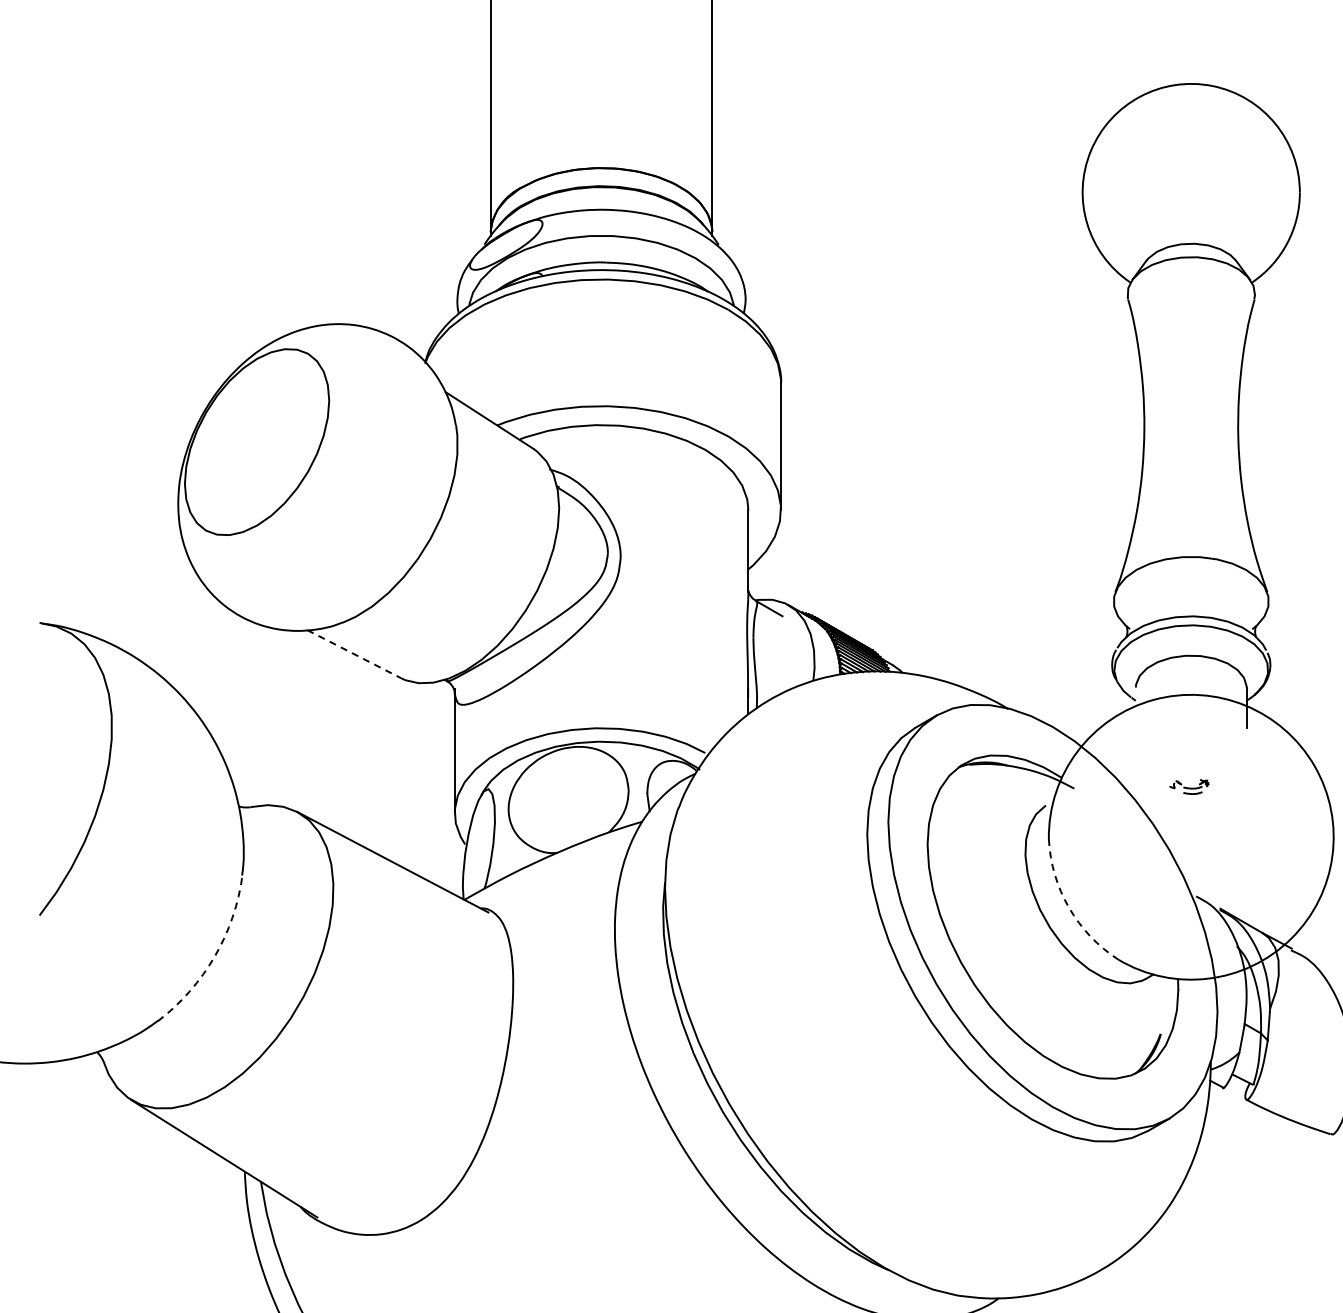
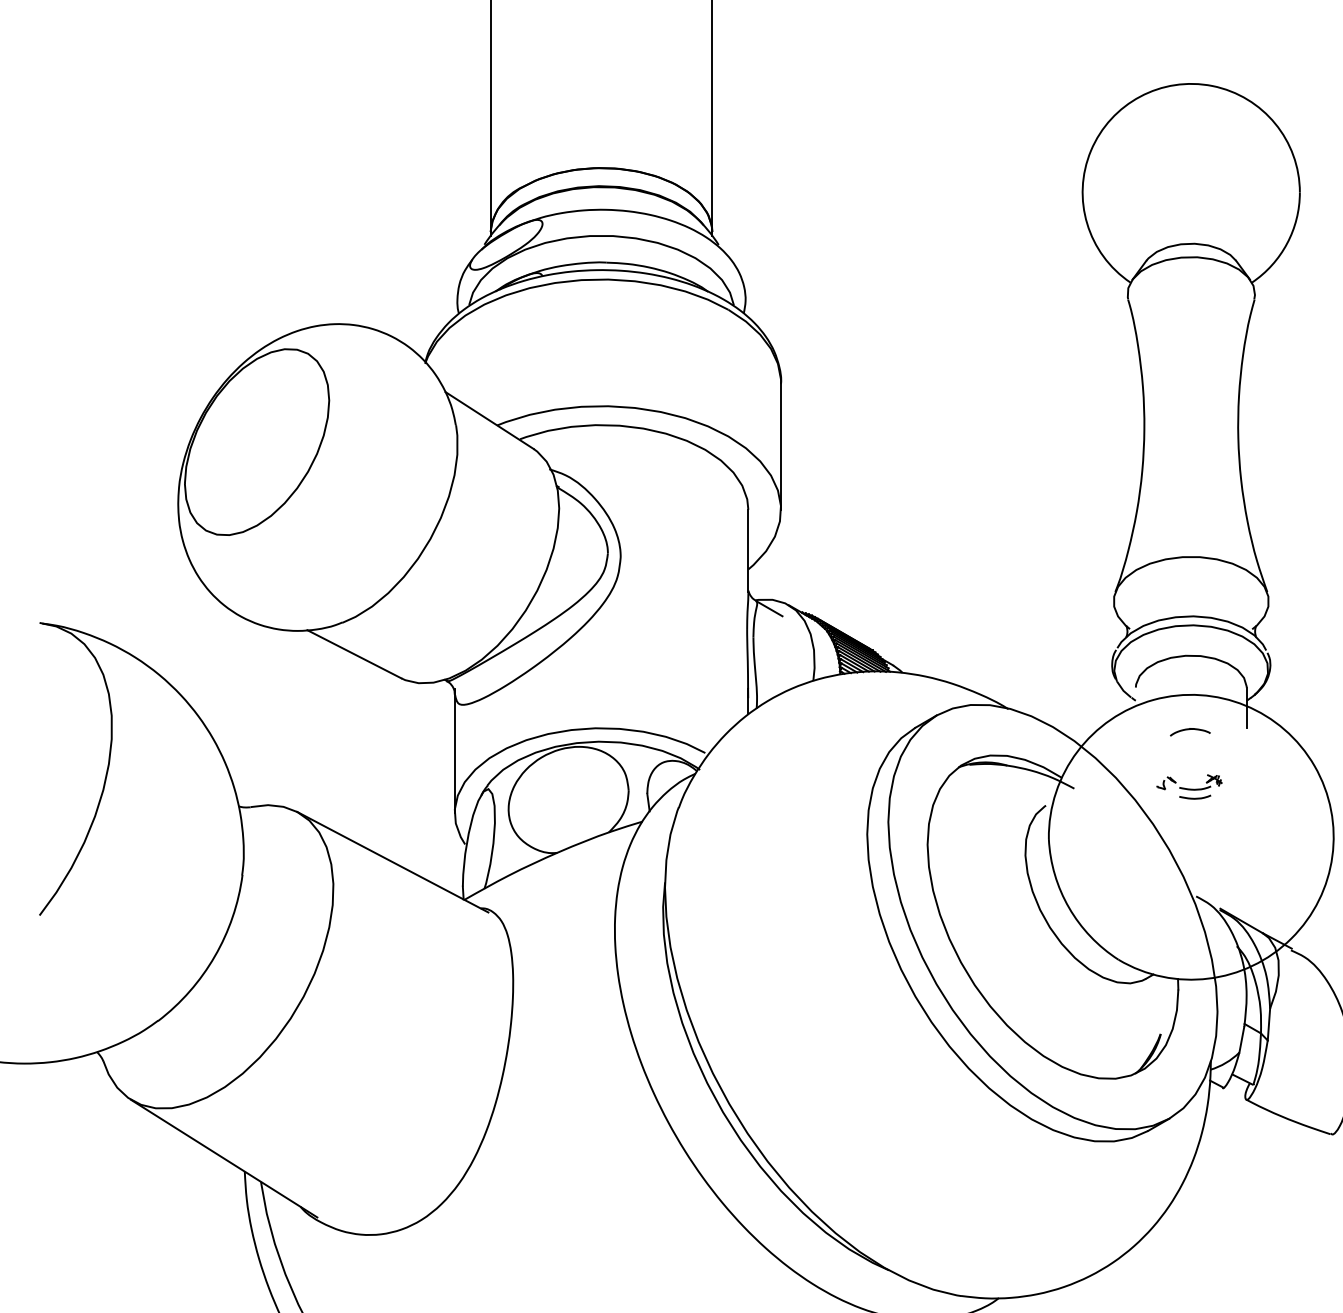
line at (354, 654): dashed -> solid
part at (1190, 732): none -> present
part at (1189, 786) size: 41x16 px -> 67x26 px
arc at (1069, 907): dashed -> solid
arc at (214, 956): dashed -> solid
